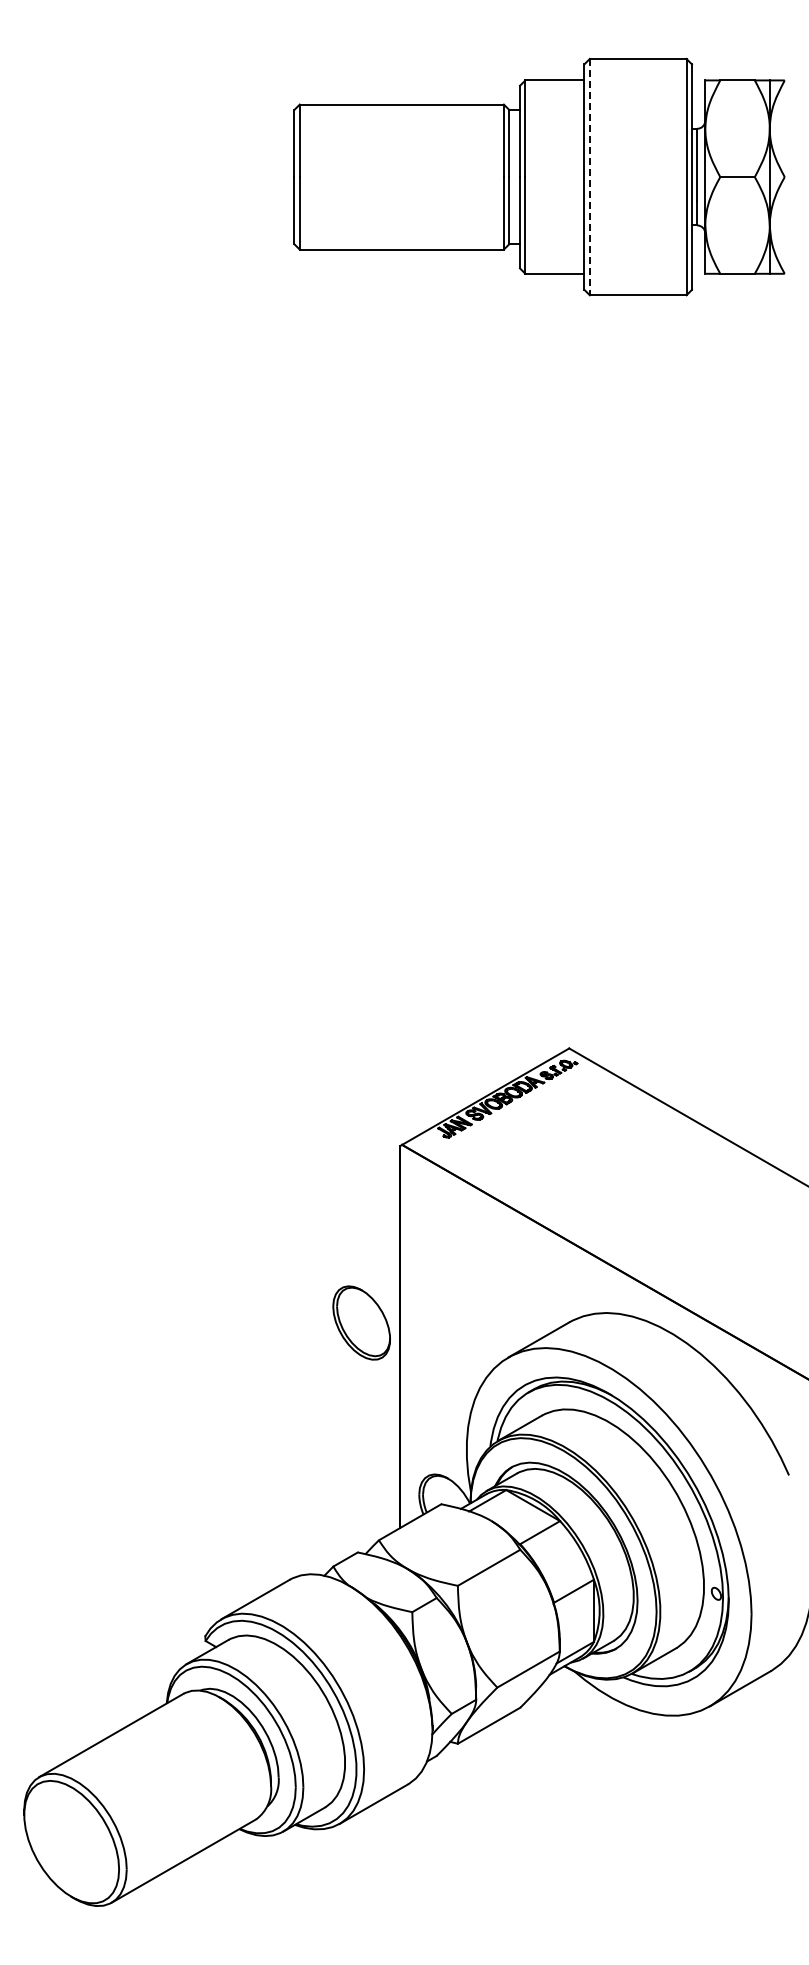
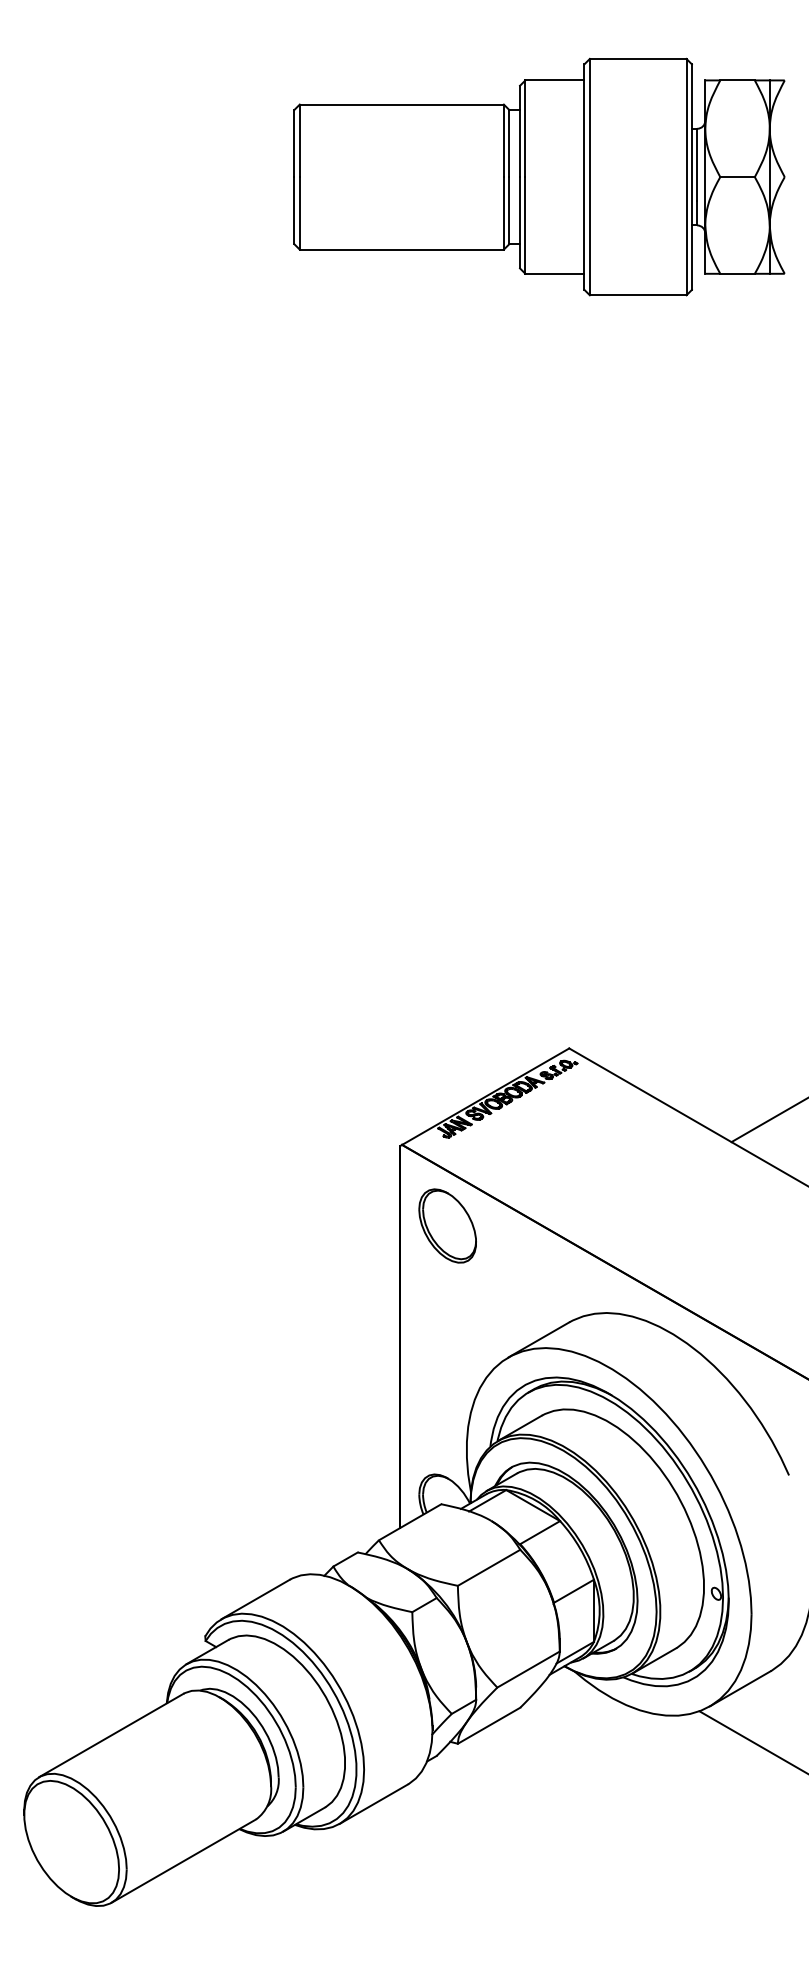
line at (589, 177): dashed -> solid
line at (768, 1120): none -> present
part at (361, 1322) position: (361, 1322) -> (447, 1225)
line at (752, 1741): none -> present
